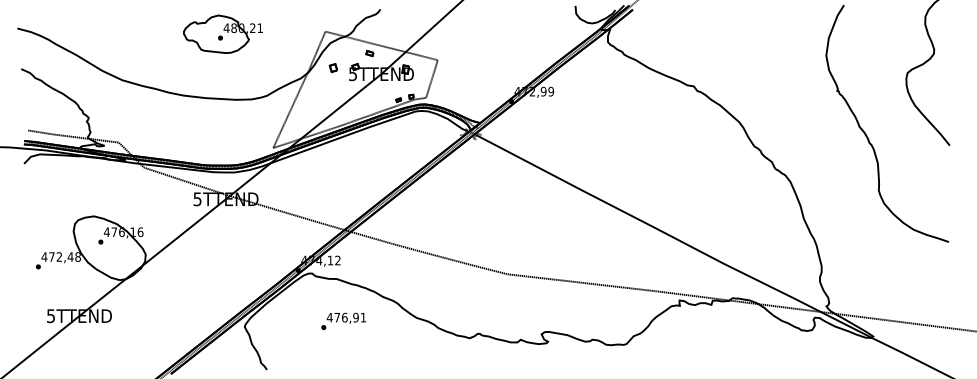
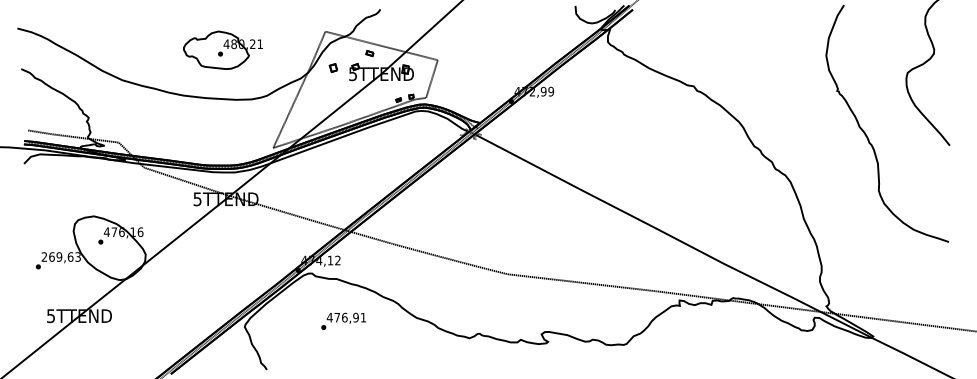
part at (222, 33) position: (222, 33) -> (222, 49)
text at (60, 256): 472,48 -> 269,63
